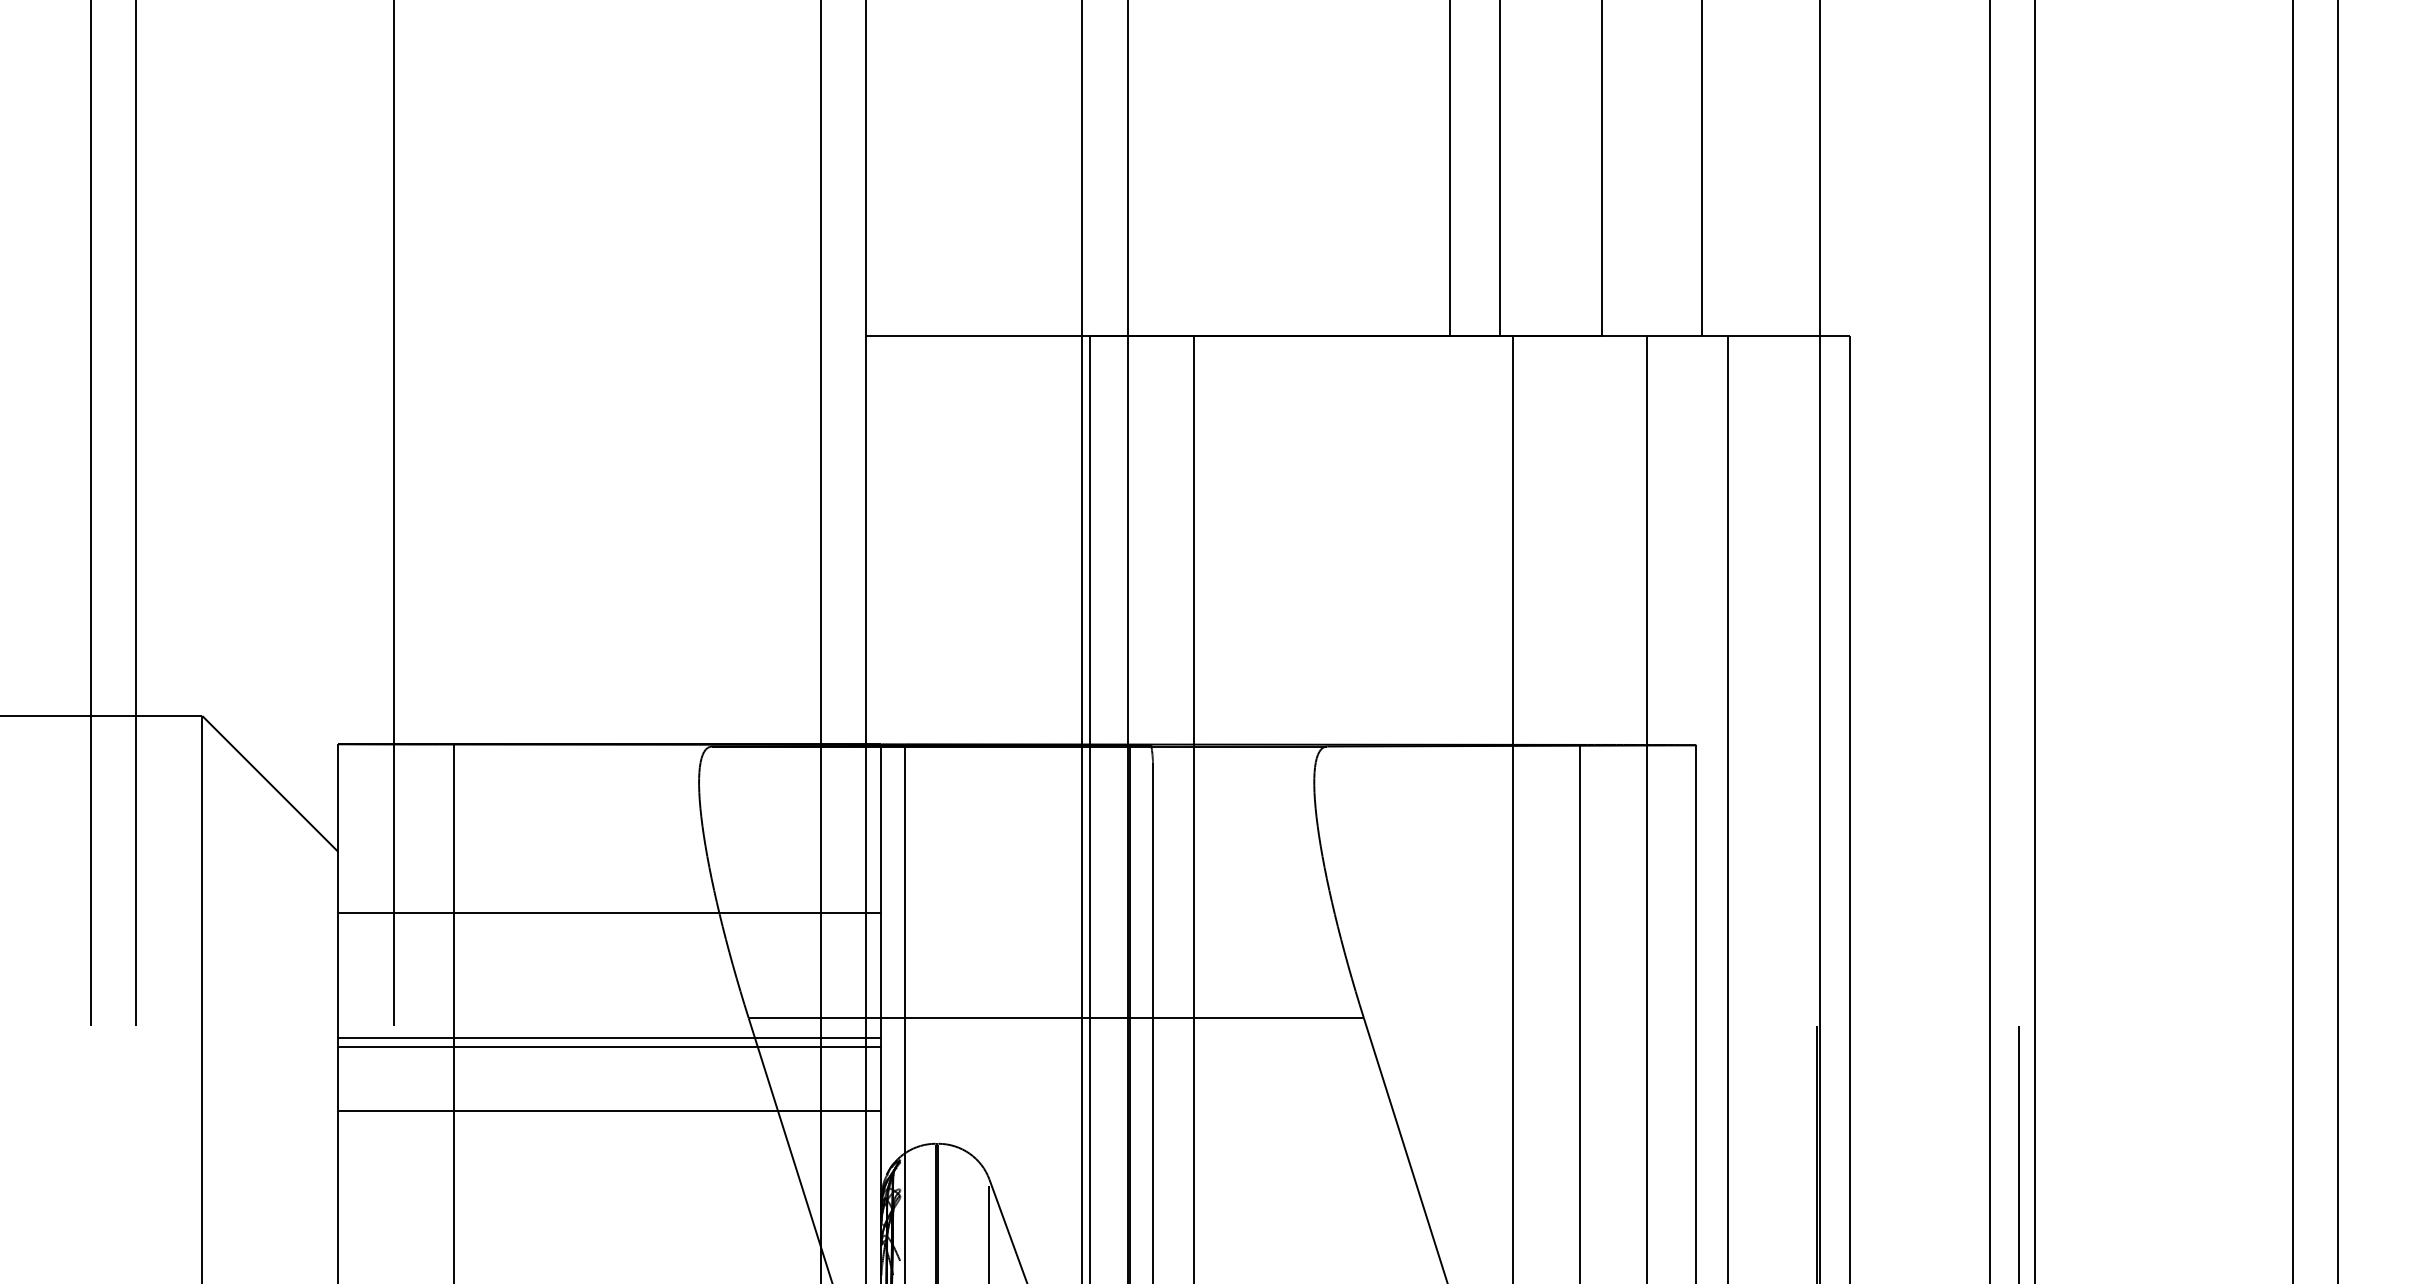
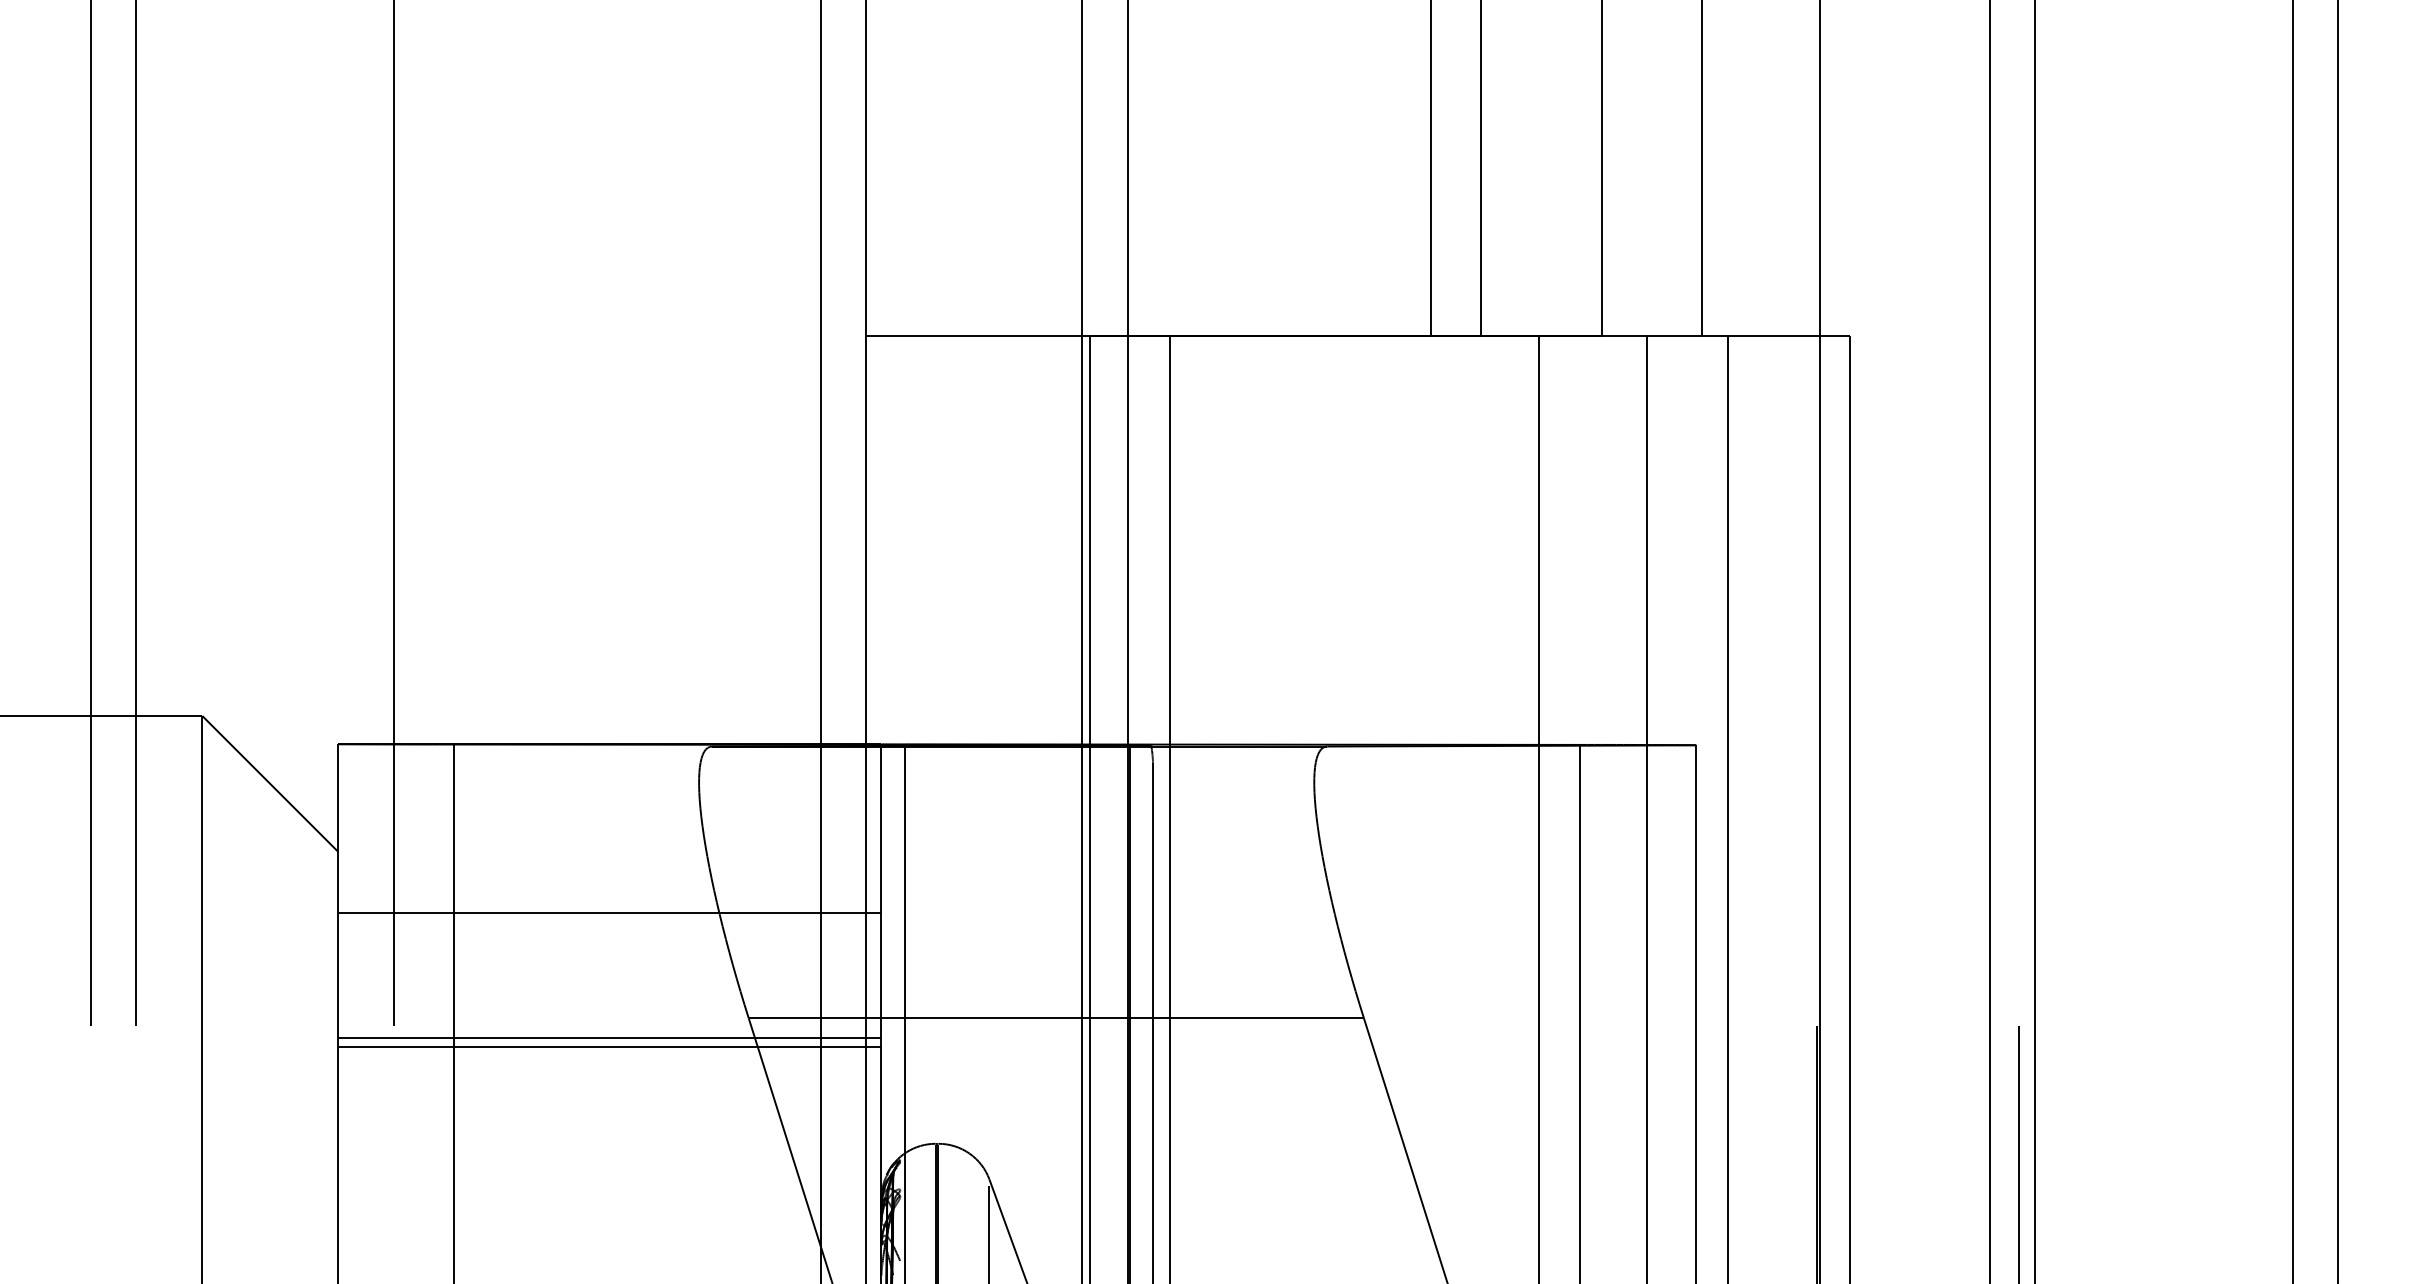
line at (1449, 168) position: (1449, 168) -> (1430, 168)
line at (1499, 168) position: (1499, 168) -> (1480, 168)
line at (1193, 807) position: (1193, 807) -> (1169, 807)
line at (1512, 807) position: (1512, 807) -> (1538, 807)
line at (609, 1110): present -> none
